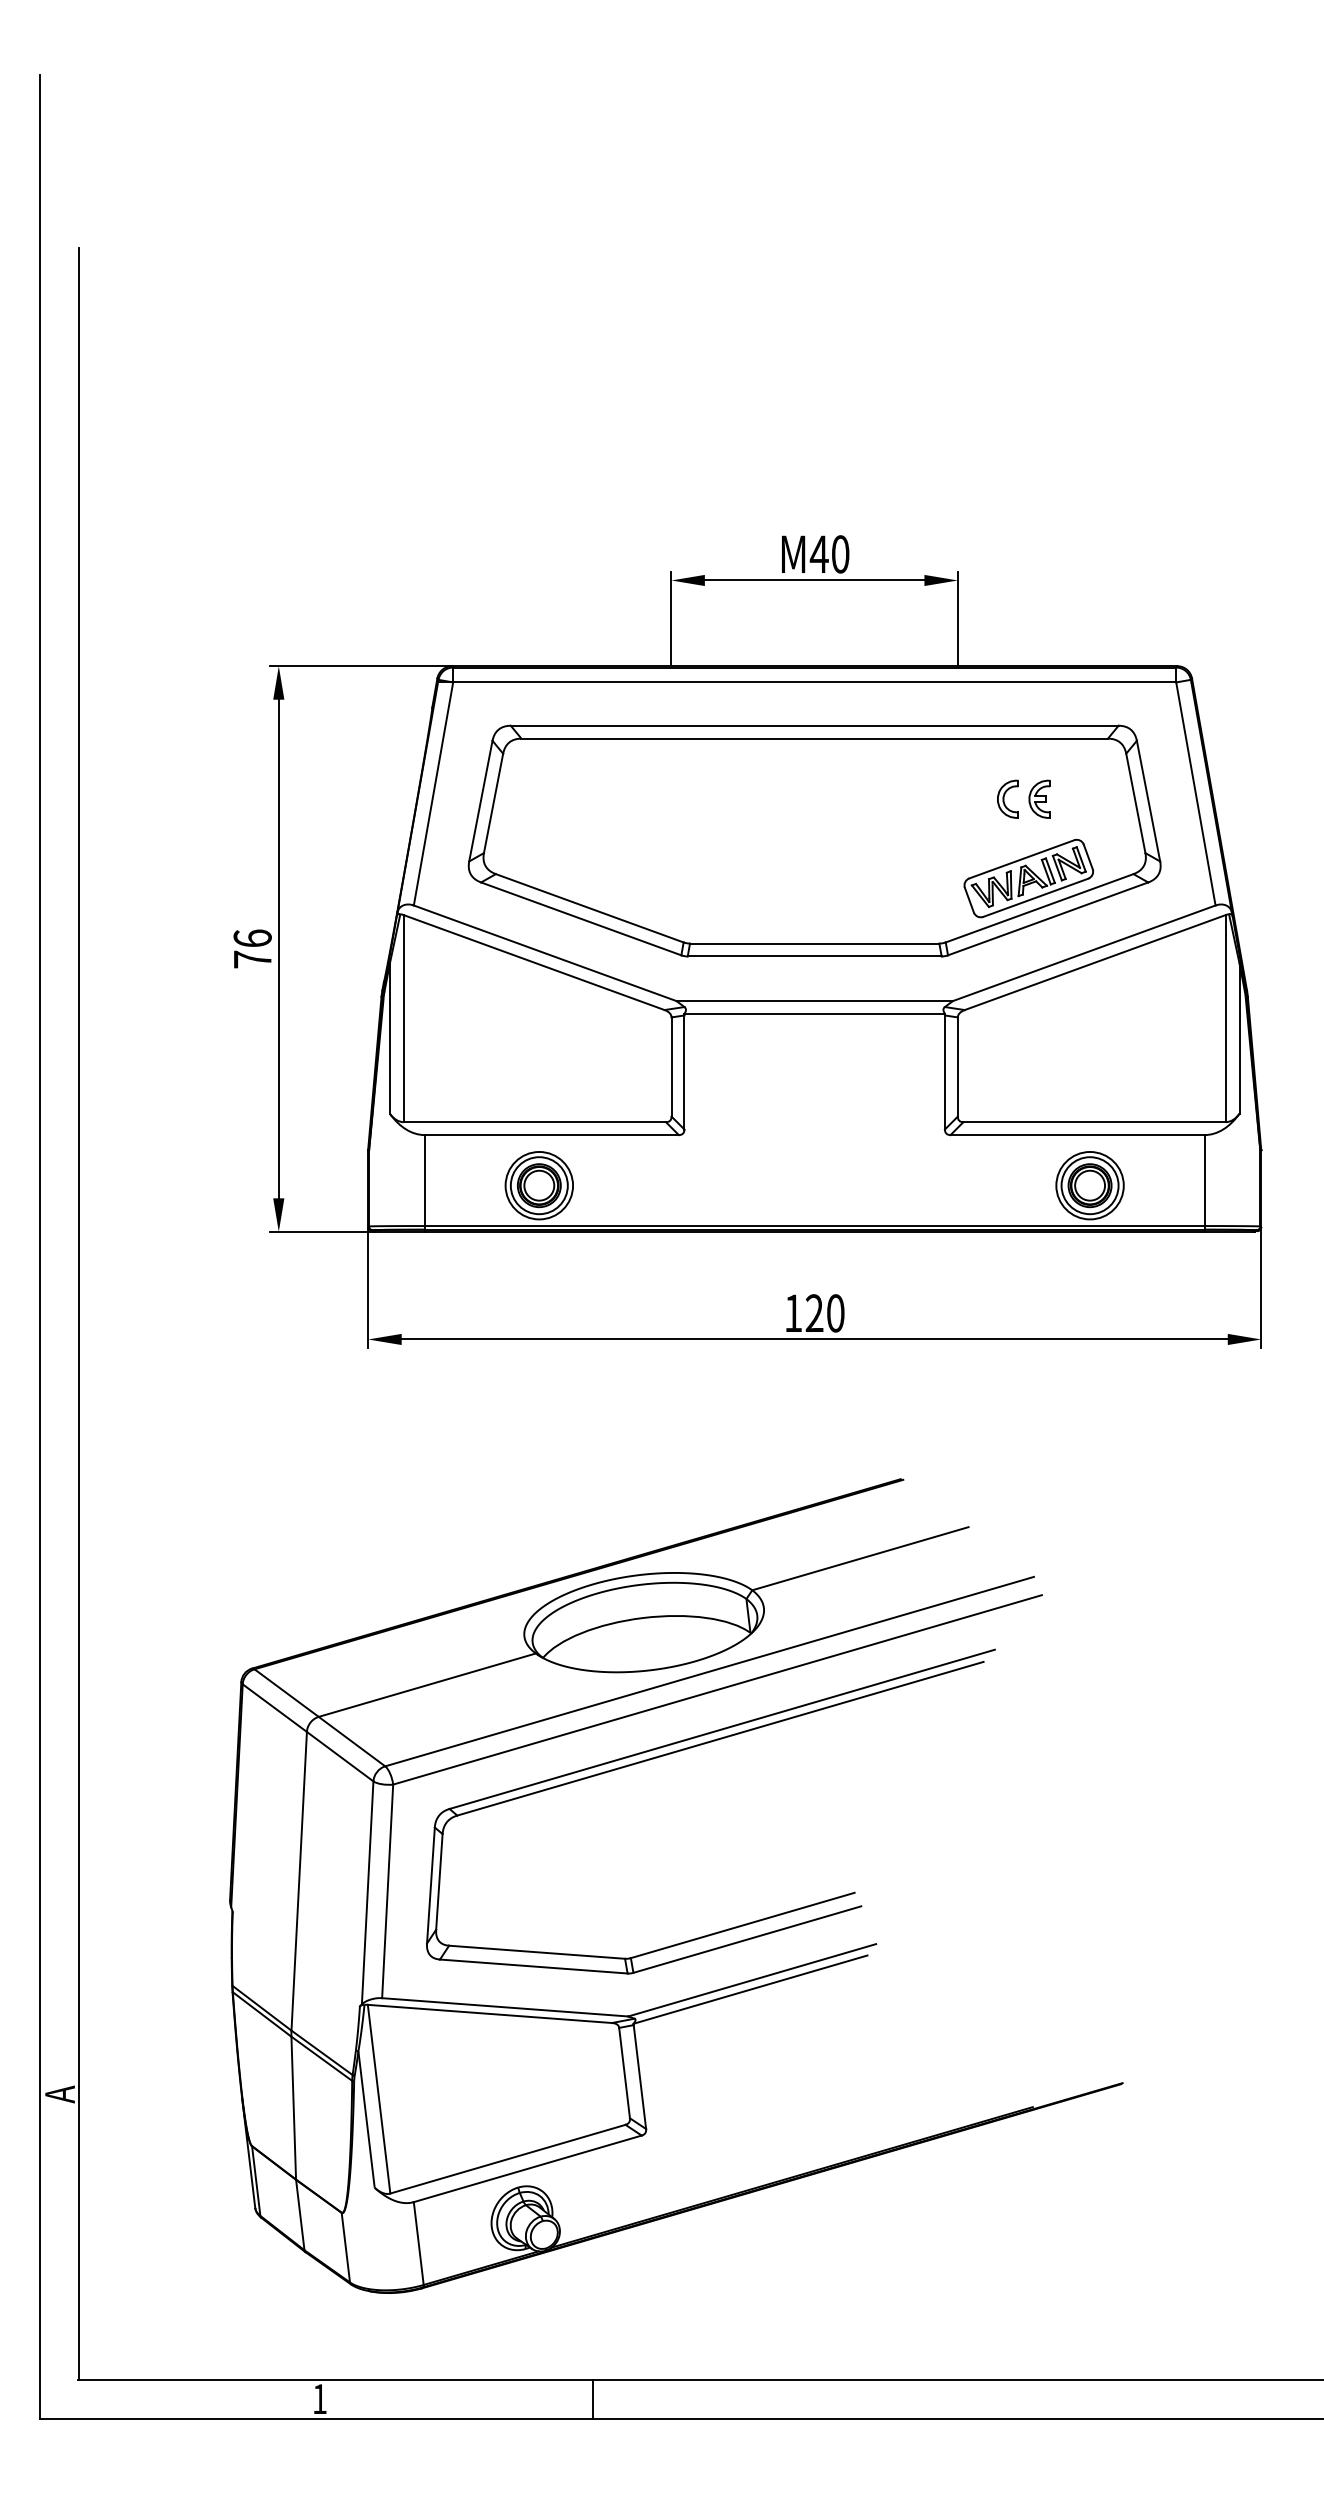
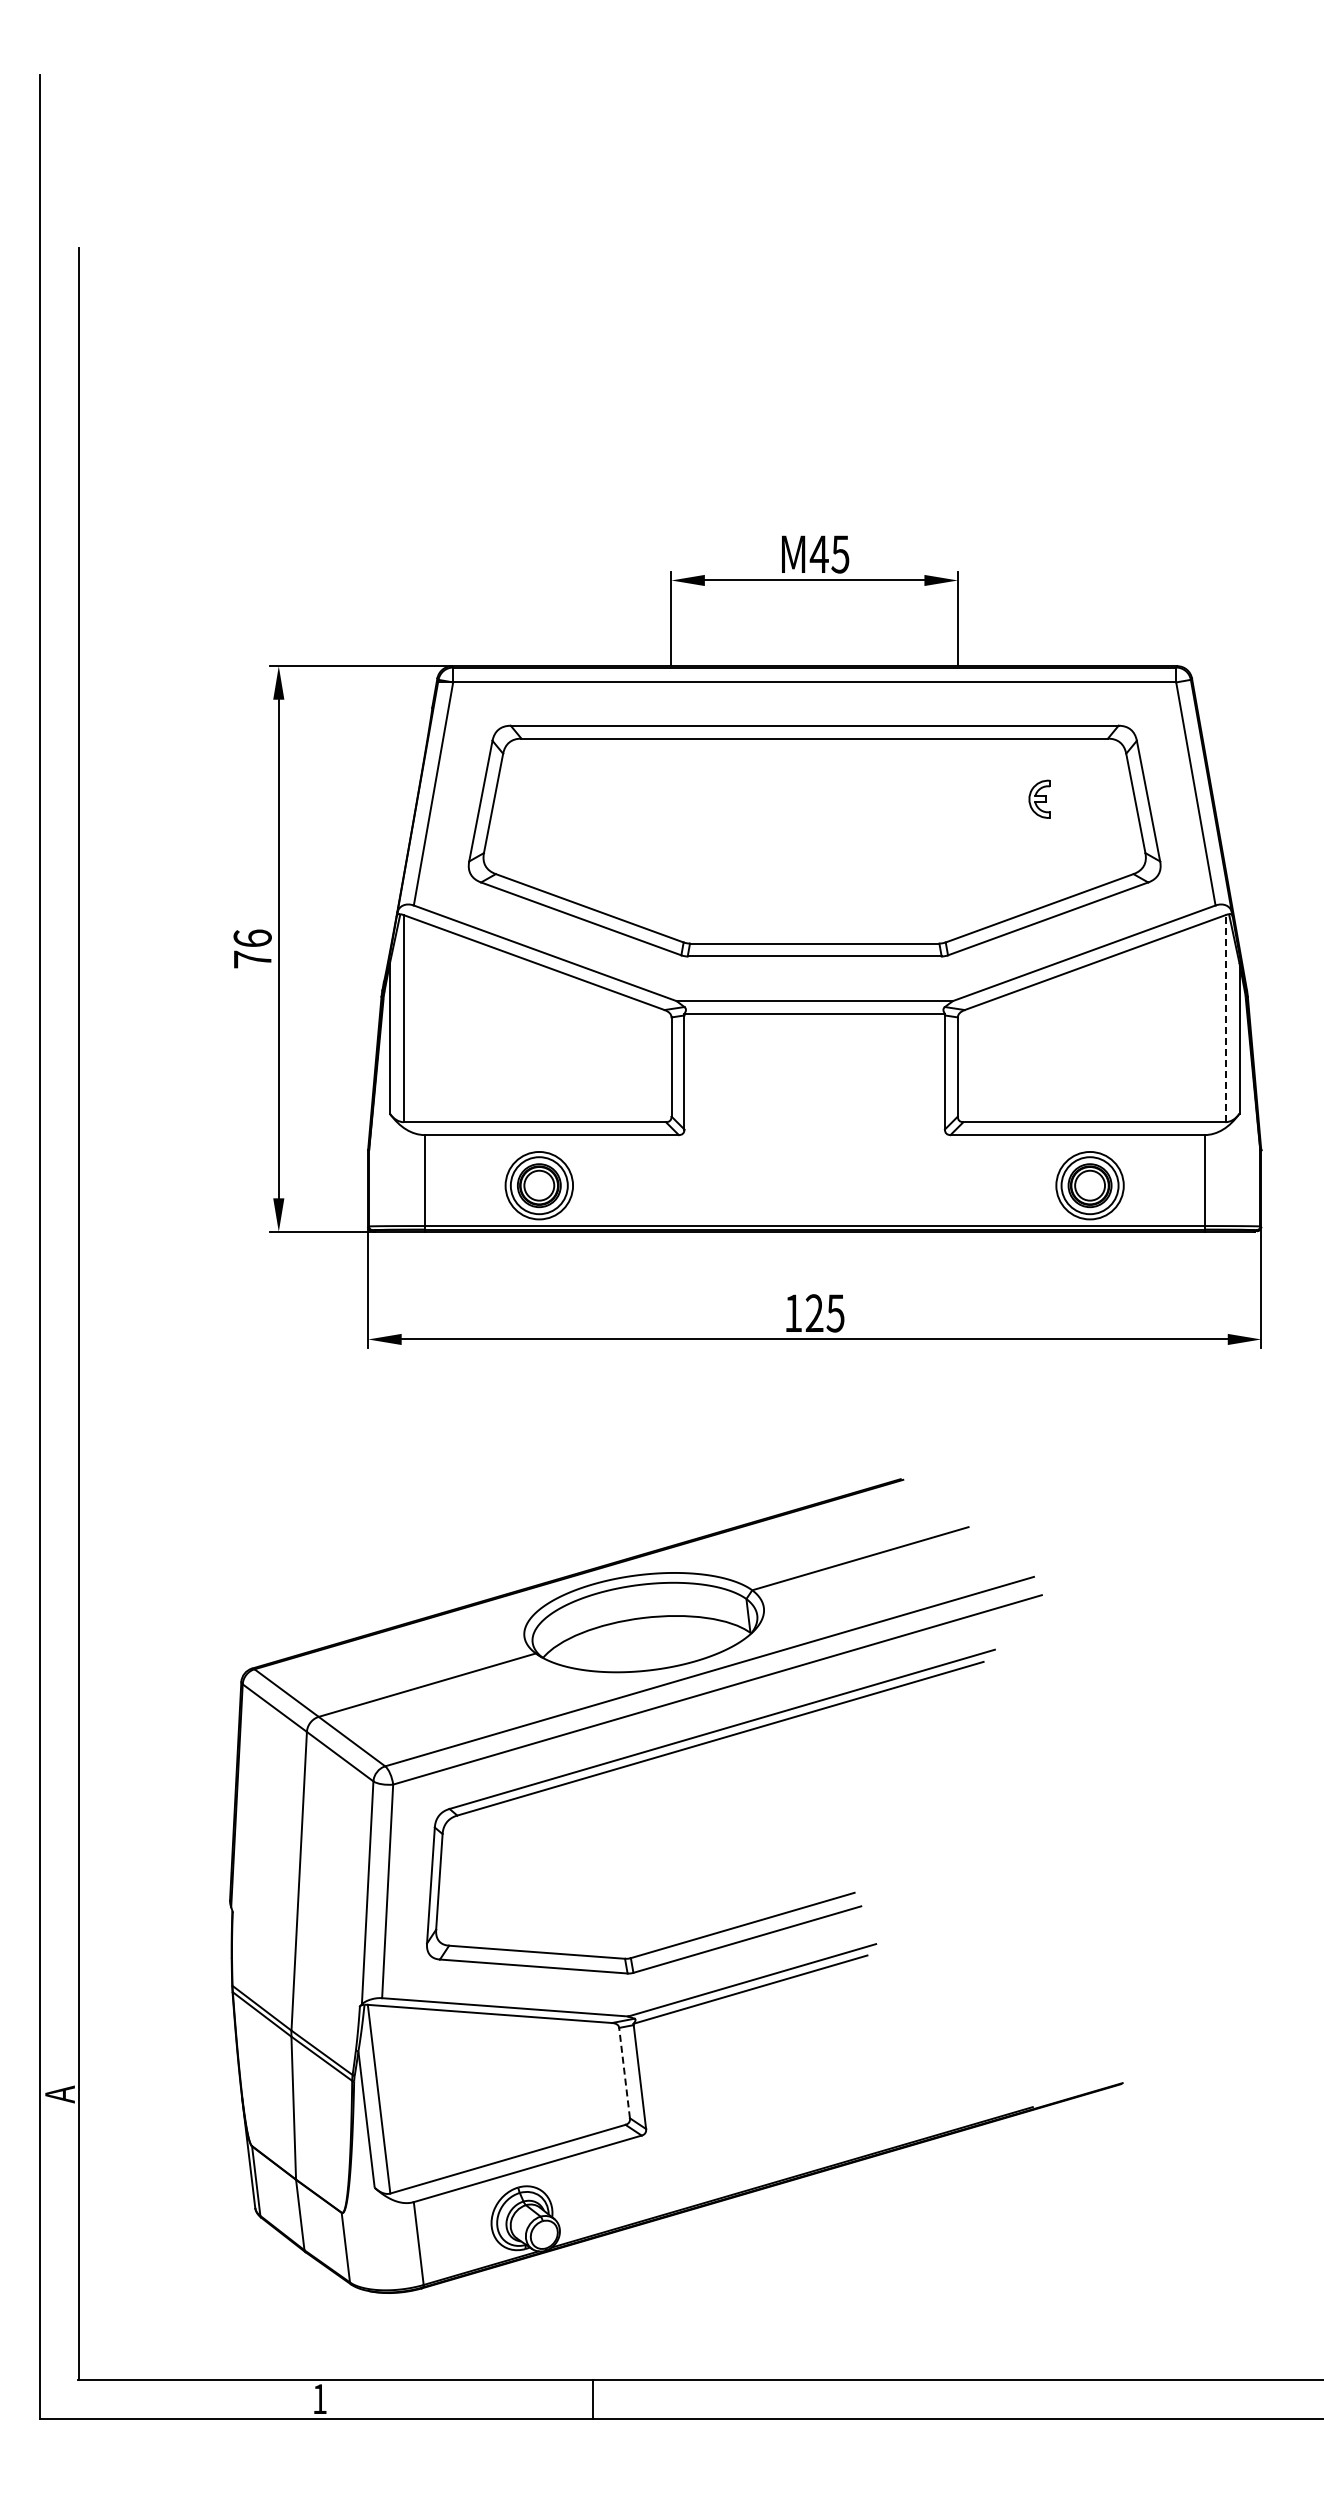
text at (840, 554): M40 -> M45
part at (1007, 798): present -> none
part at (1028, 878): present -> none
line at (1225, 1018): solid -> dashed
text at (835, 1313): 120 -> 125
line at (624, 2073): solid -> dashed
